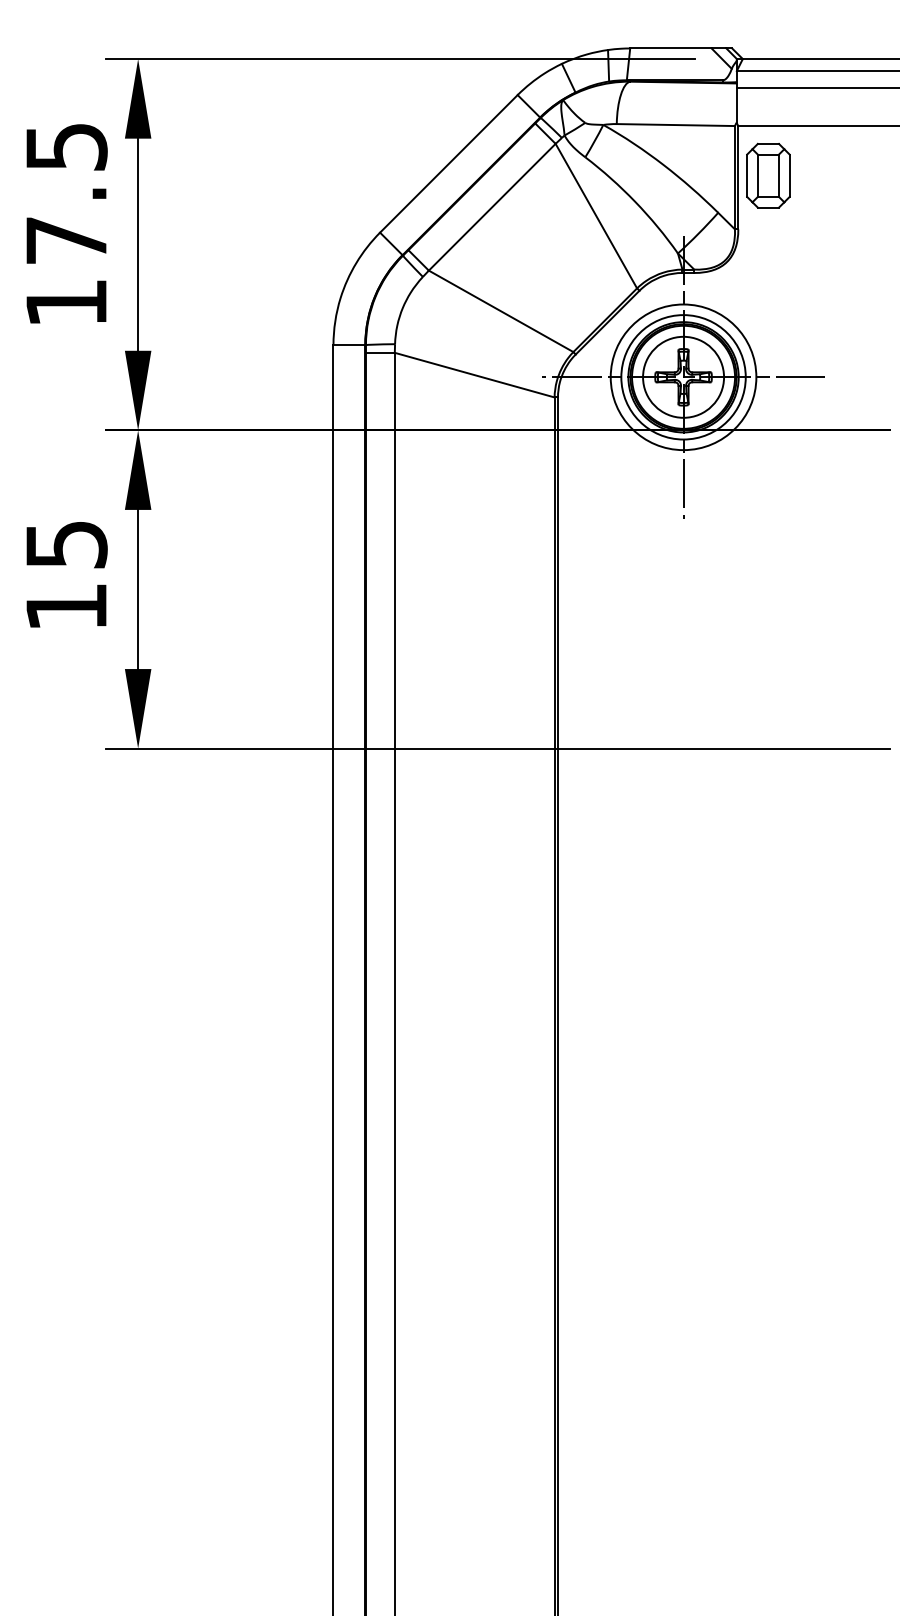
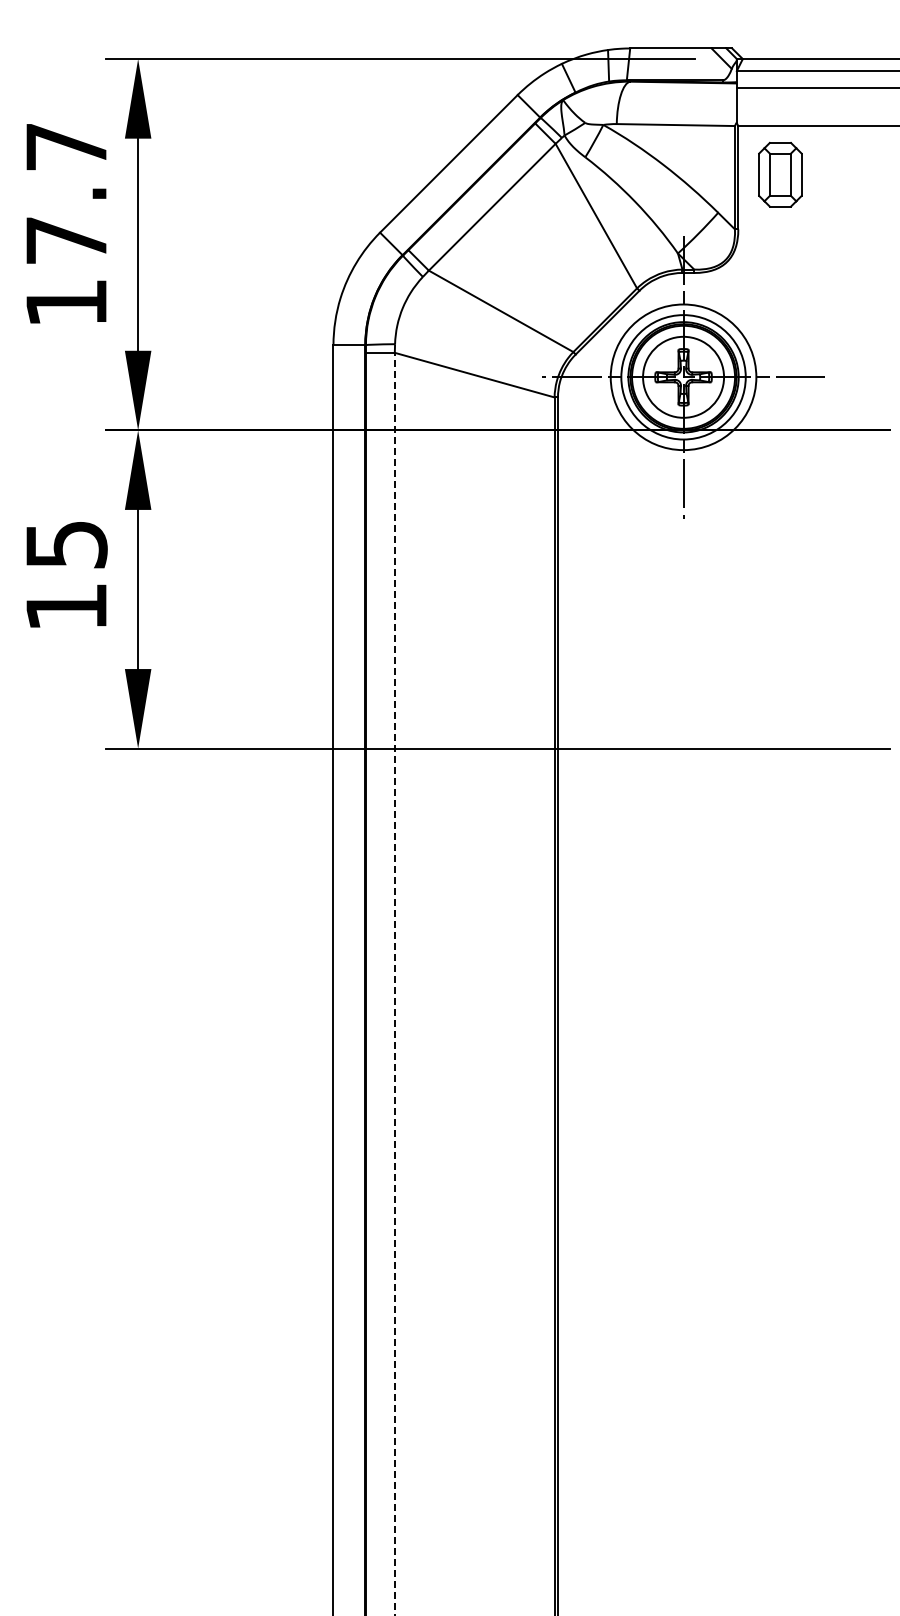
text at (66, 147): 17.5 -> 17.7
part at (768, 175) position: (768, 175) -> (780, 174)
line at (394, 983): solid -> dashed
